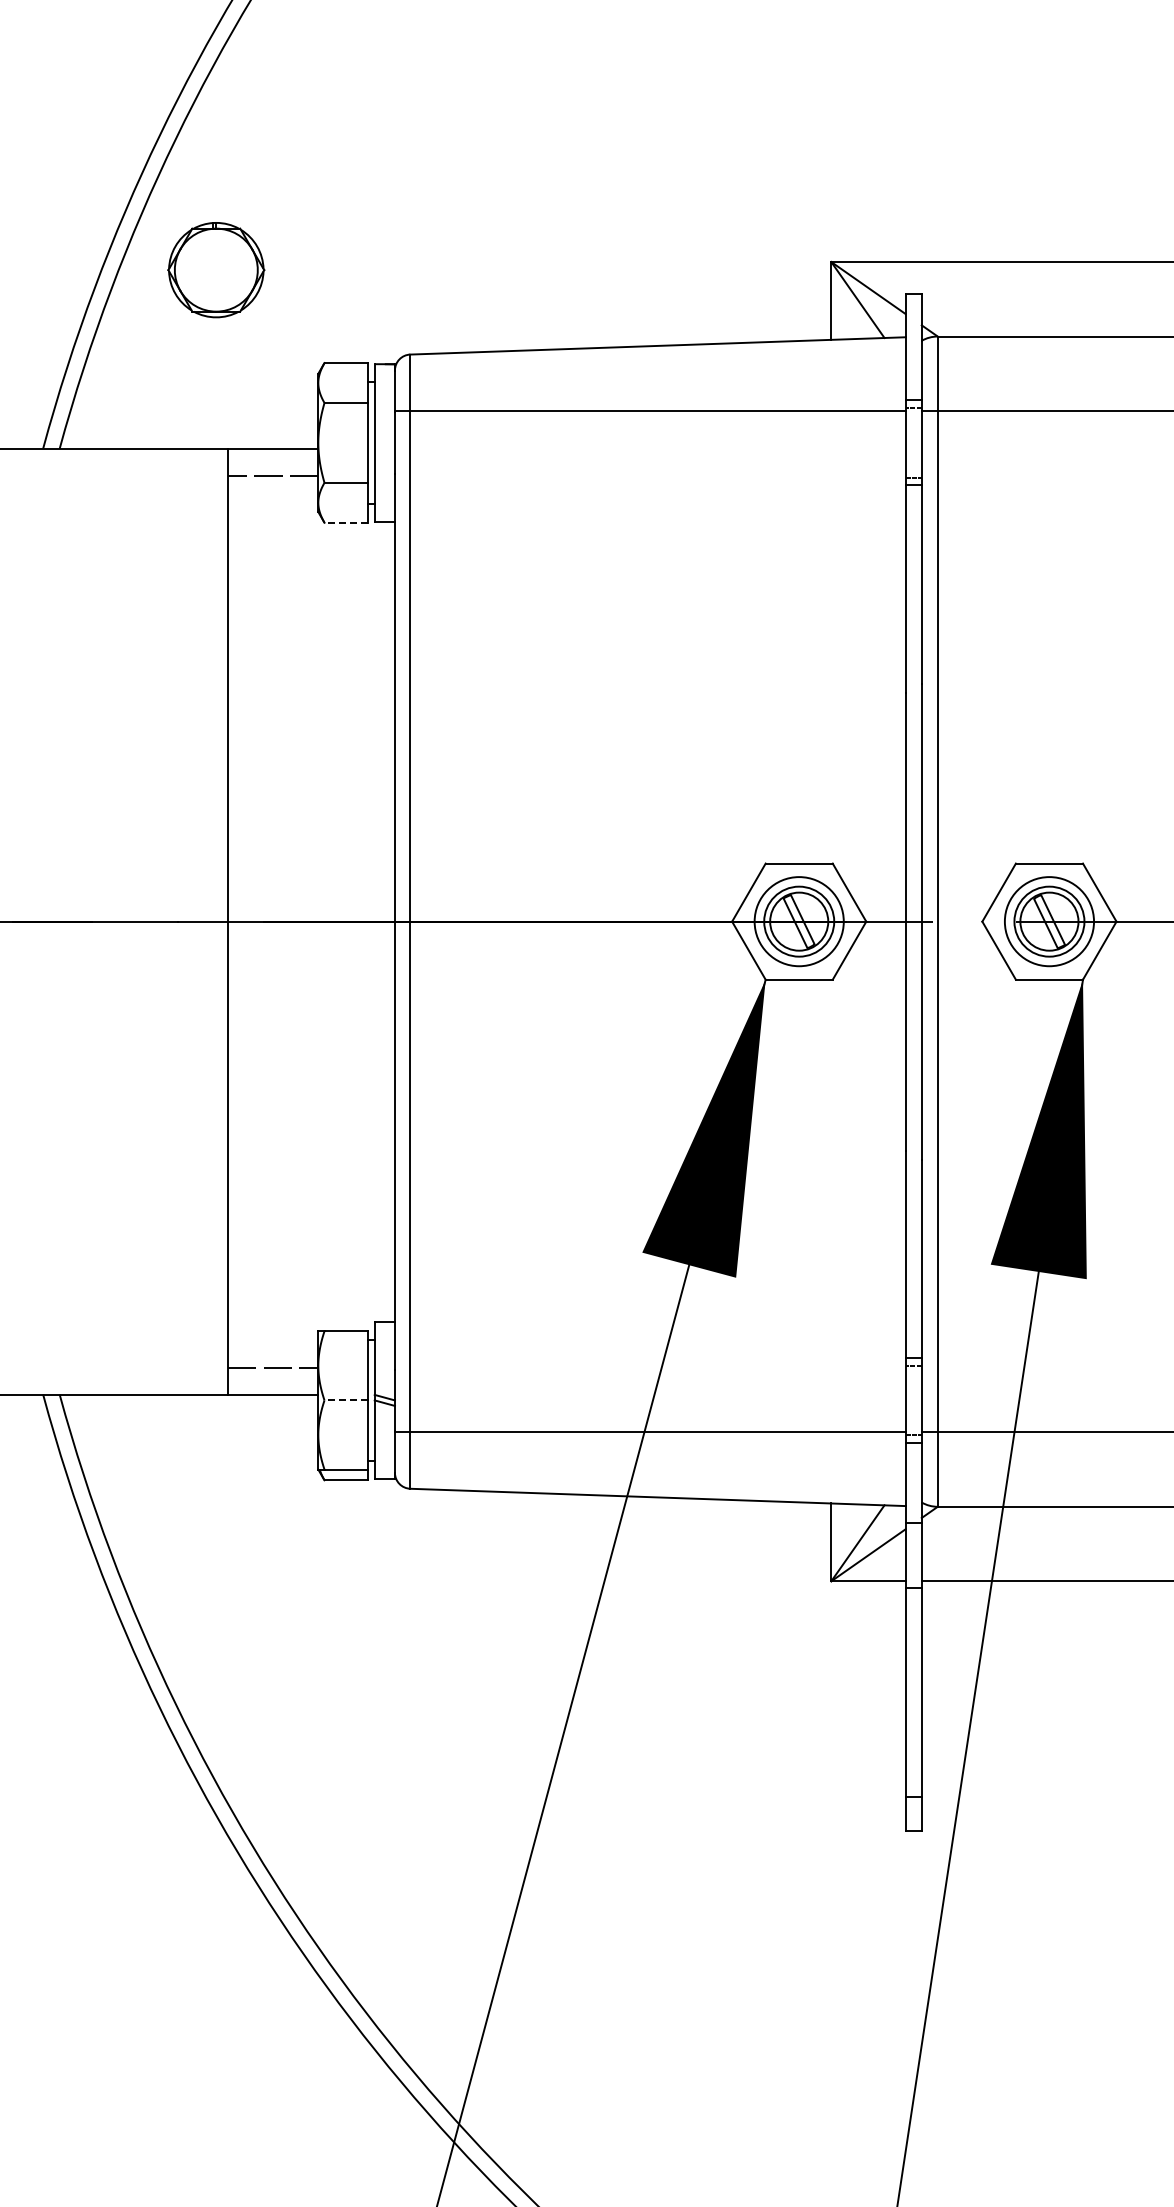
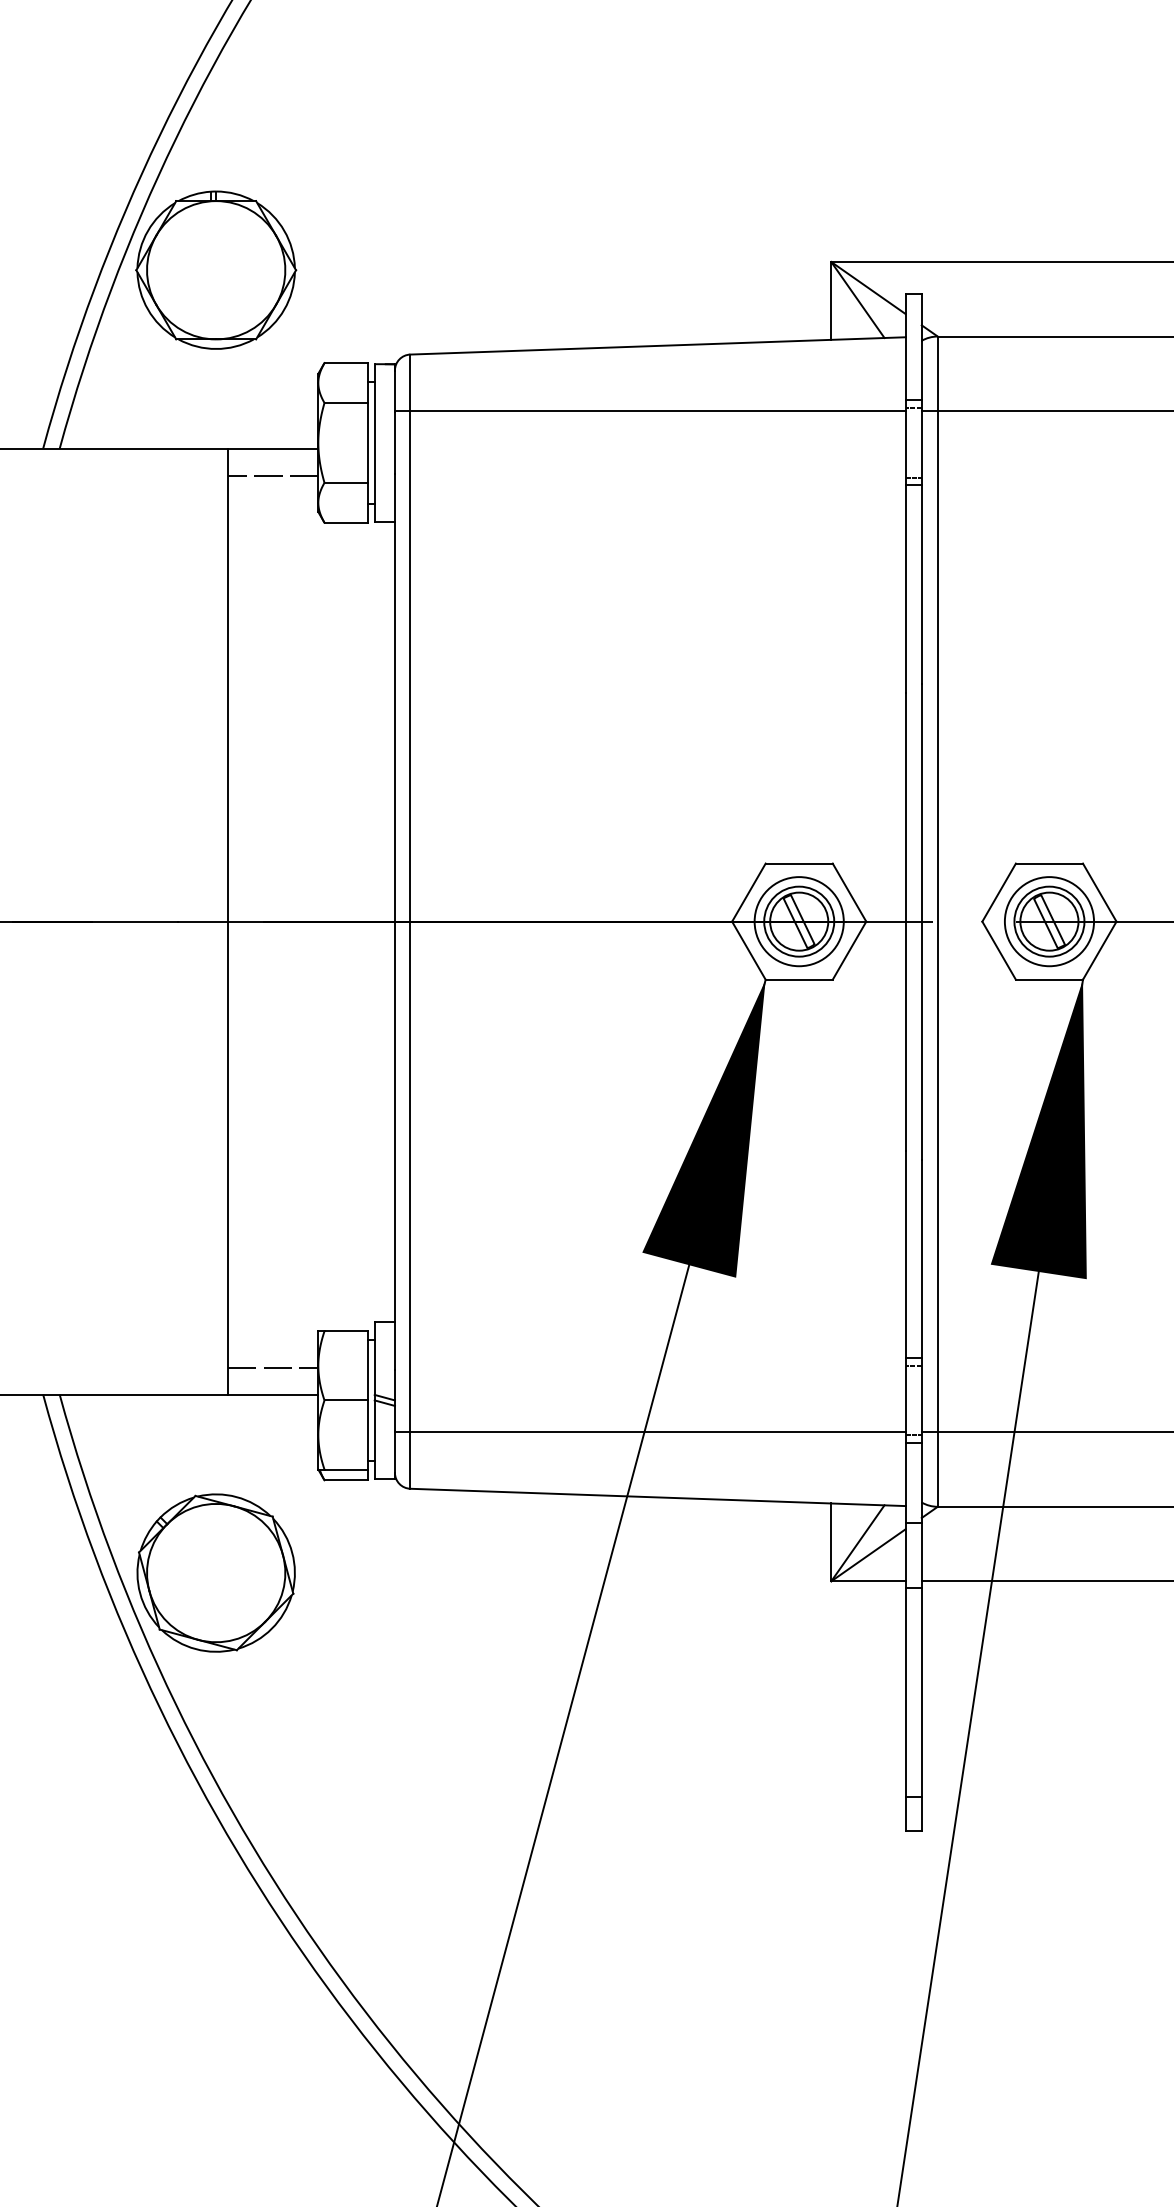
part at (216, 270) size: 99x97 px -> 163x160 px
line at (346, 522): dashed -> solid
line at (346, 1400): dashed -> solid
part at (215, 1572): none -> present
